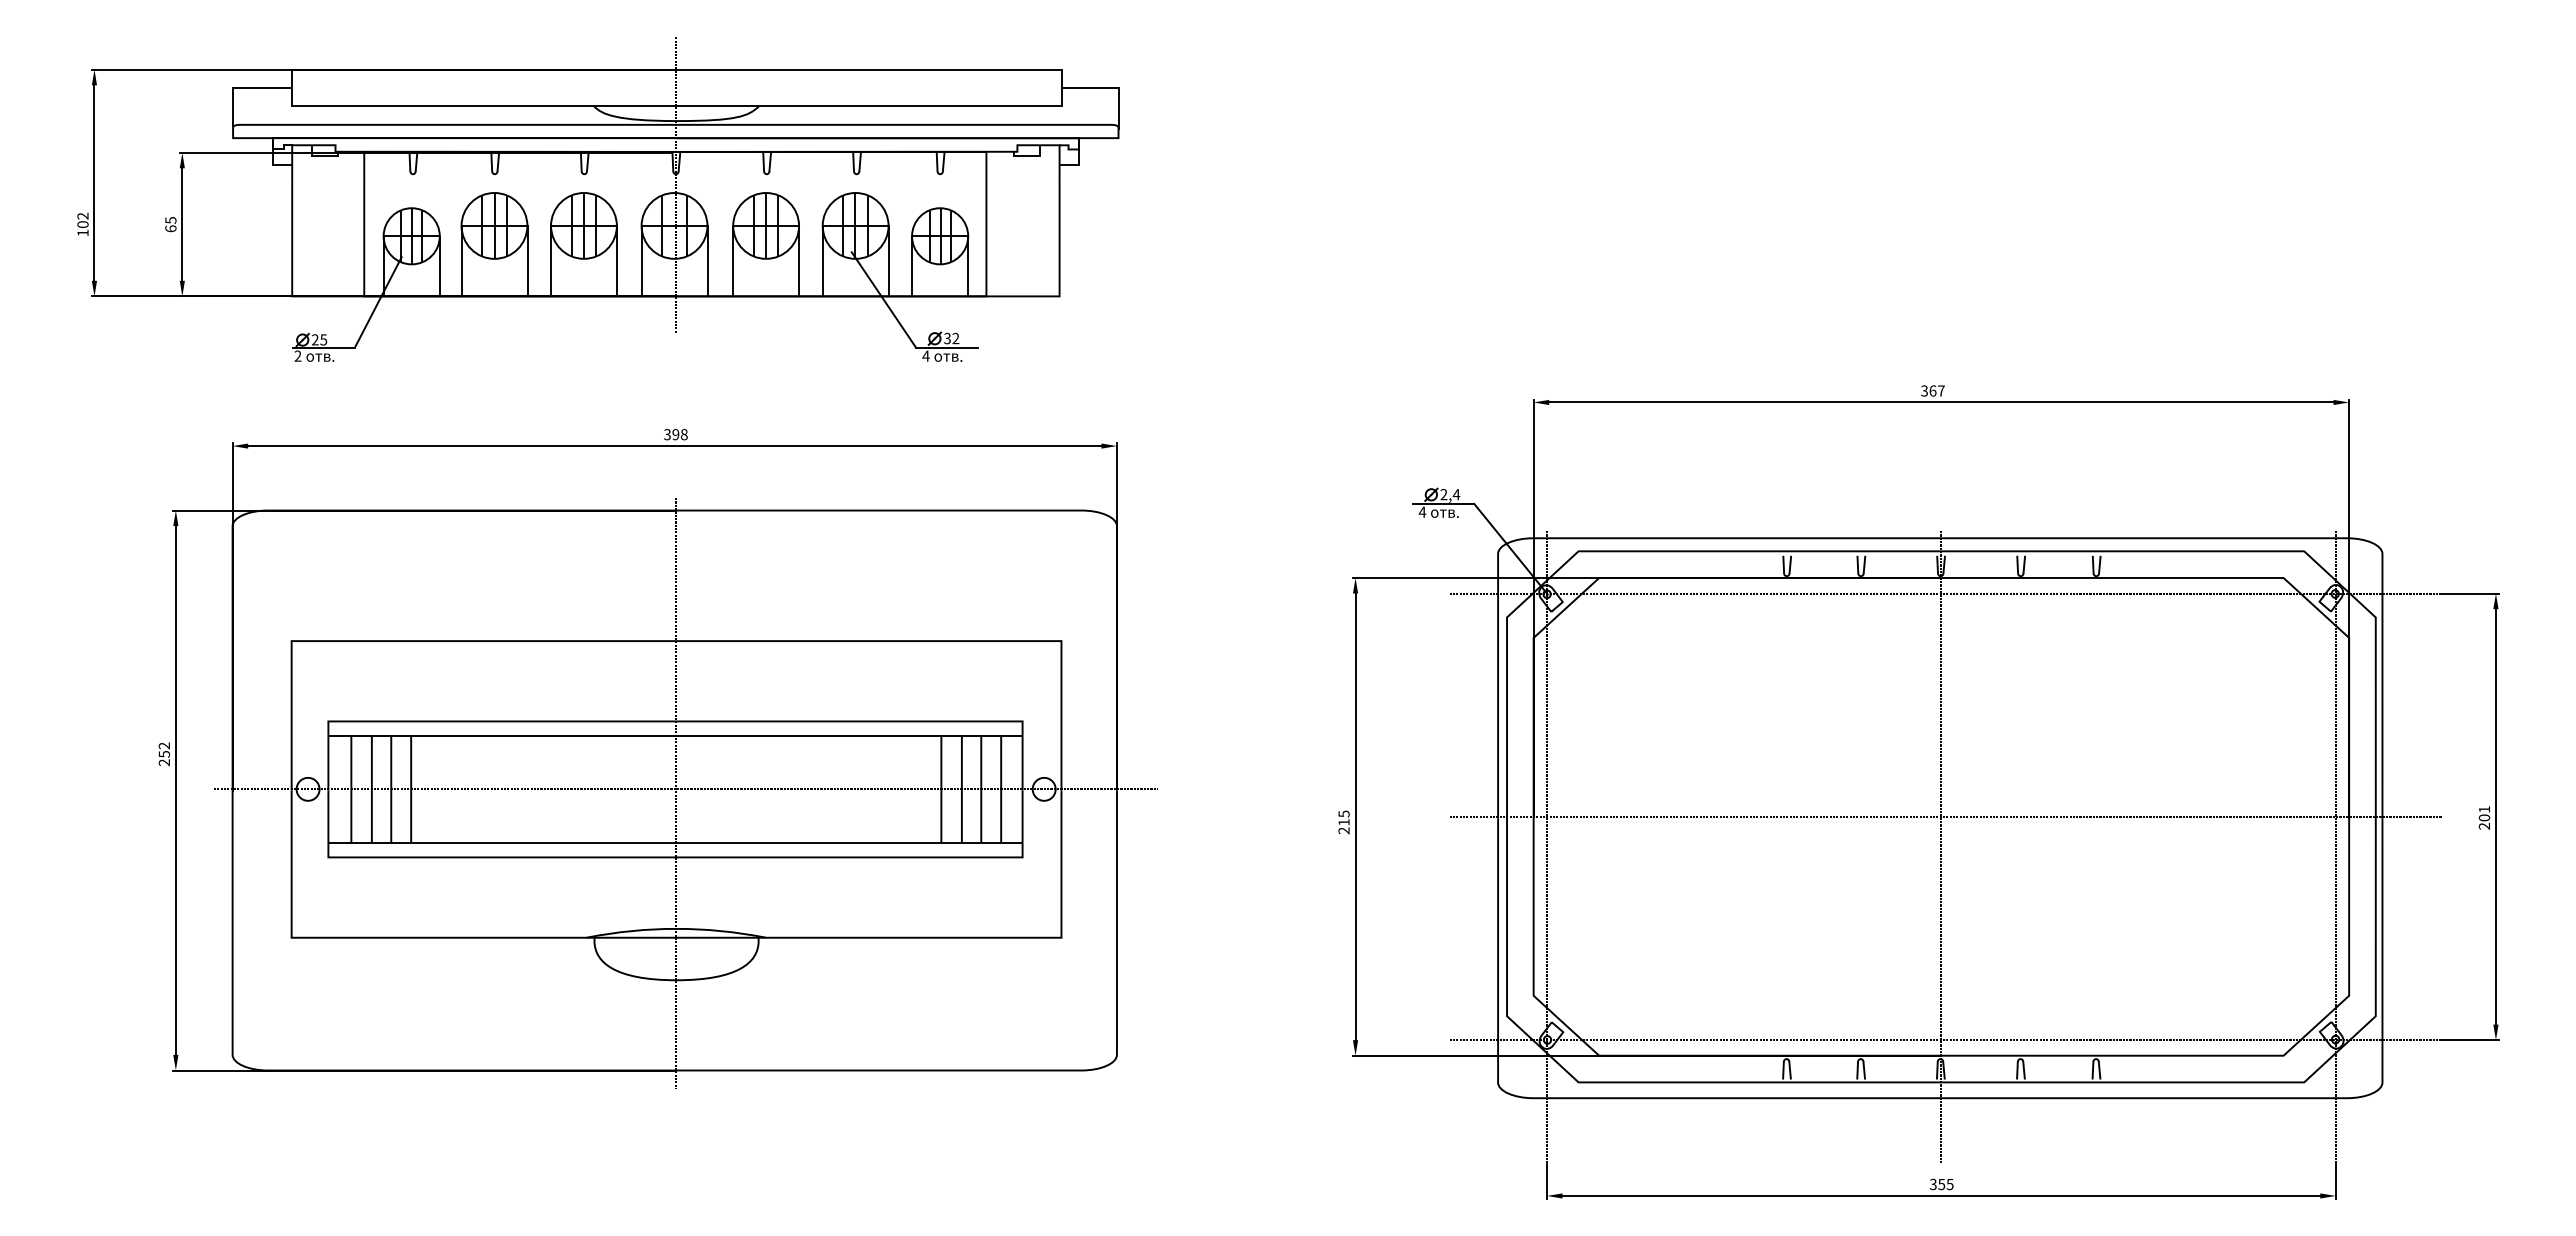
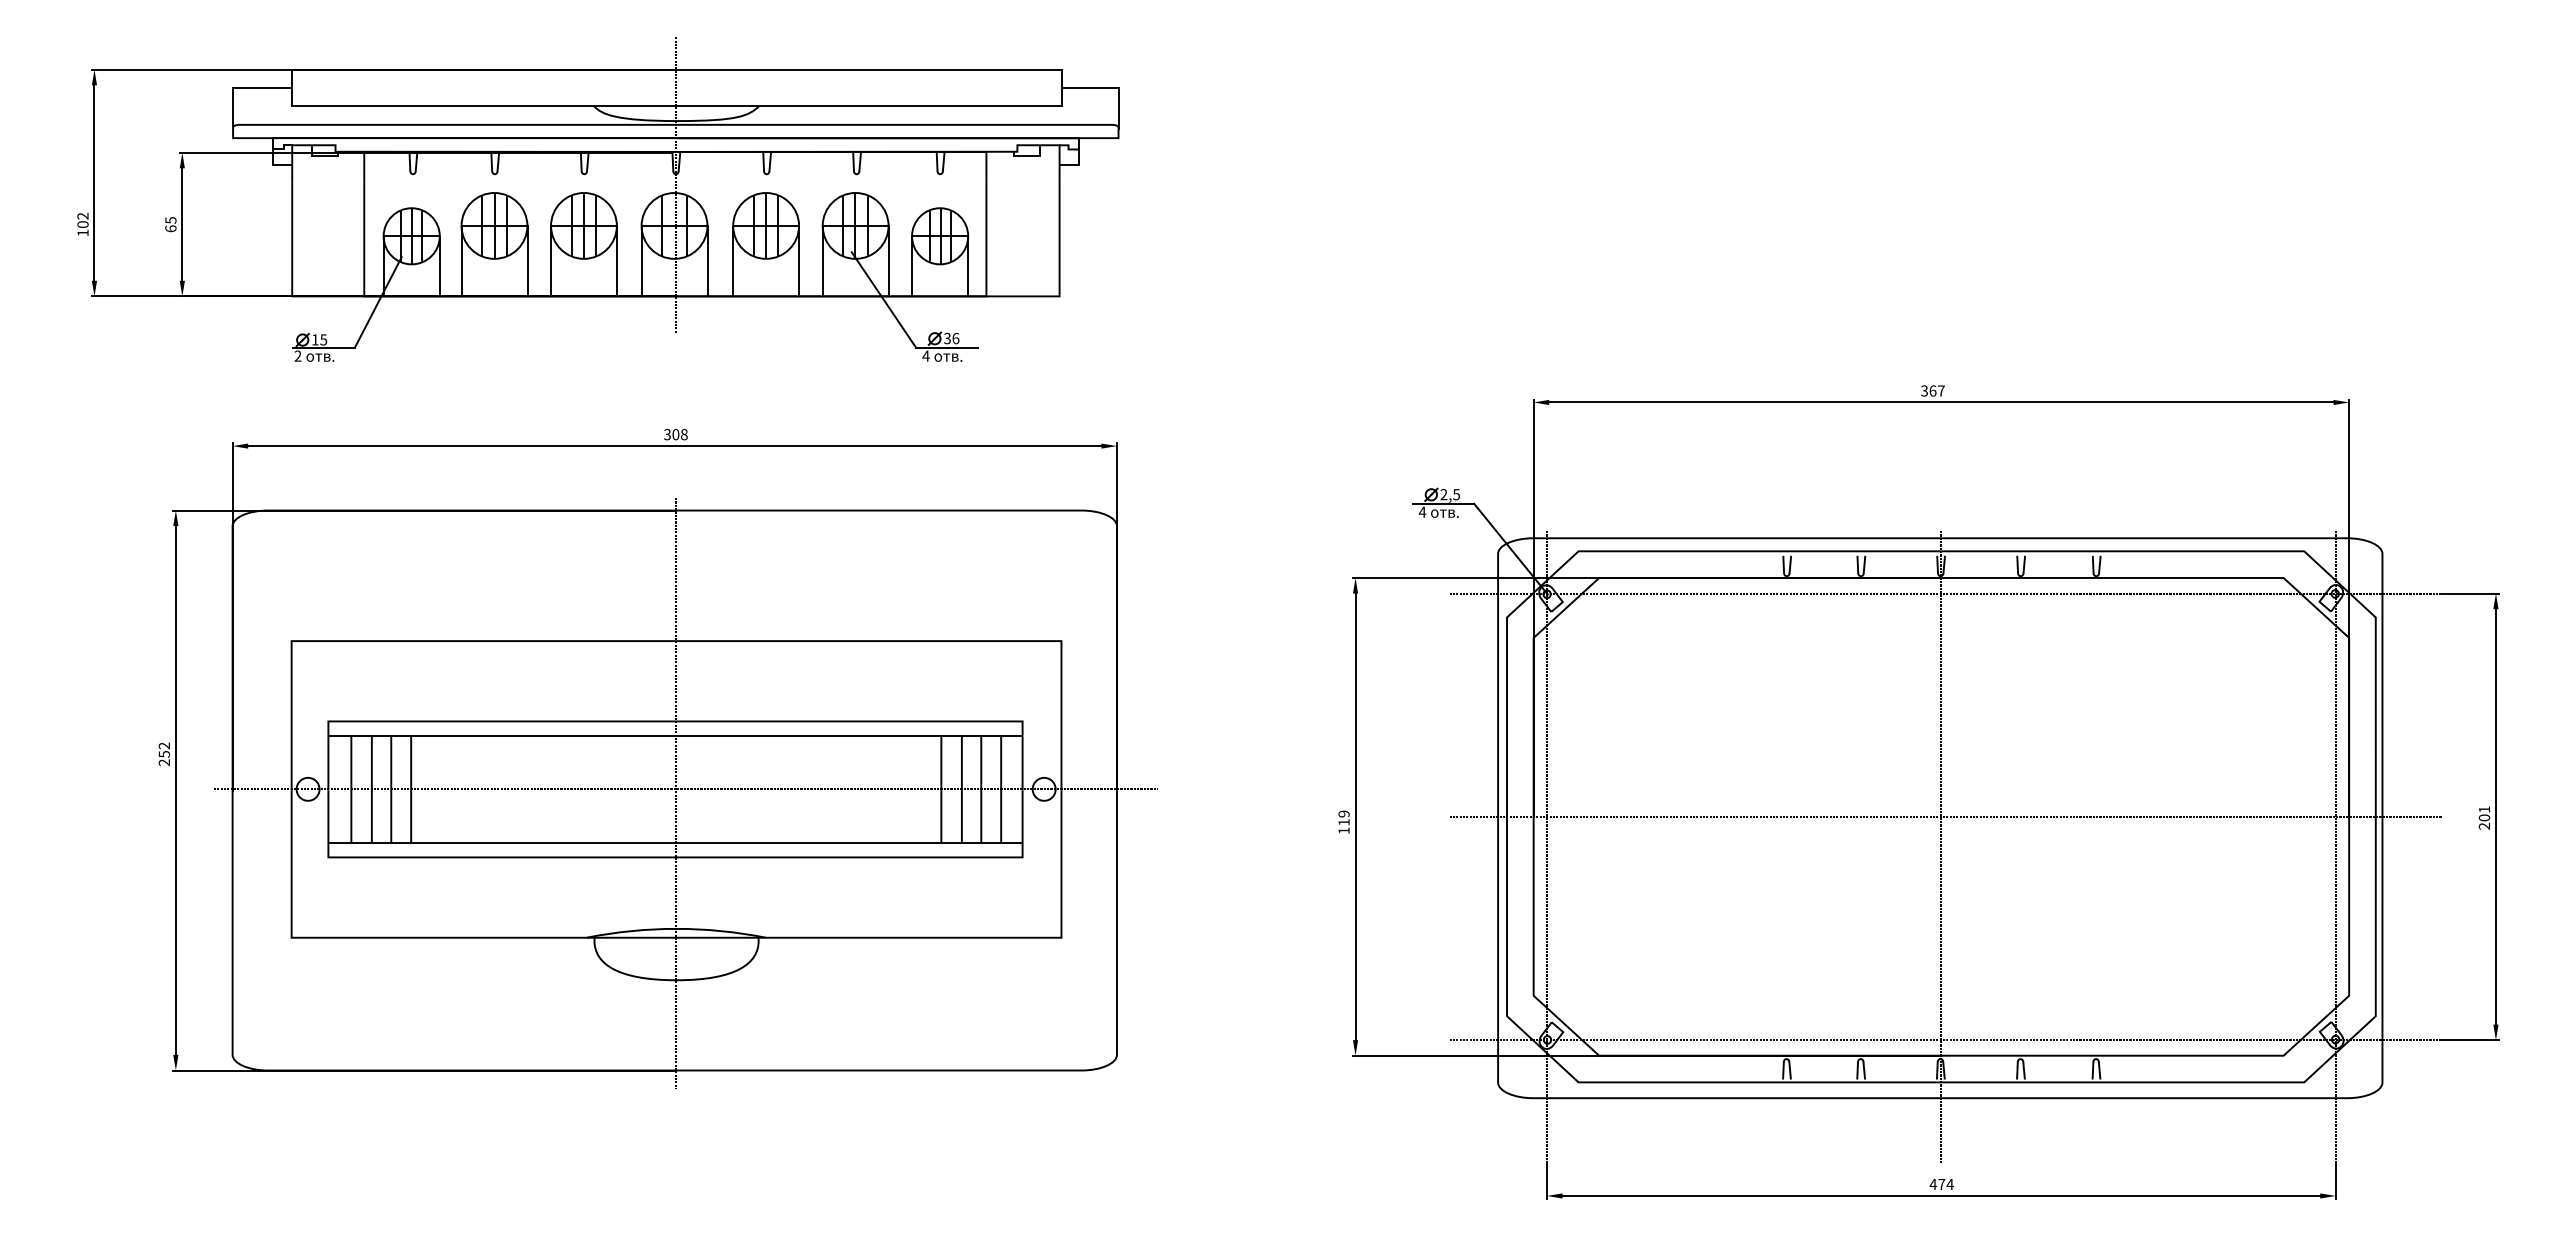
text at (955, 338): 32 -> 36
text at (315, 339): 25 -> 15
text at (675, 434): 398 -> 308
text at (1456, 494): 2,4 -> 2,5
text at (1343, 822): 215 -> 119
text at (1941, 1184): 355 -> 474
